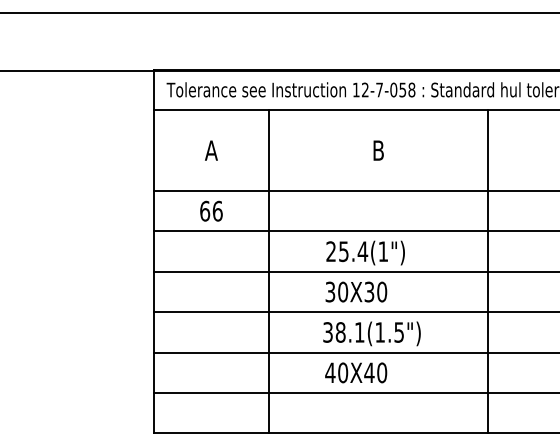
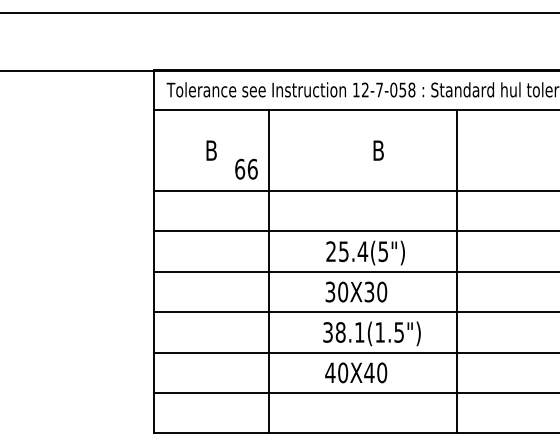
text at (211, 150): A -> B
text at (211, 210) position: (211, 210) -> (246, 168)
text at (382, 251): 25.4(1") -> 25.4(5")
line at (488, 271) position: (488, 271) -> (457, 271)
